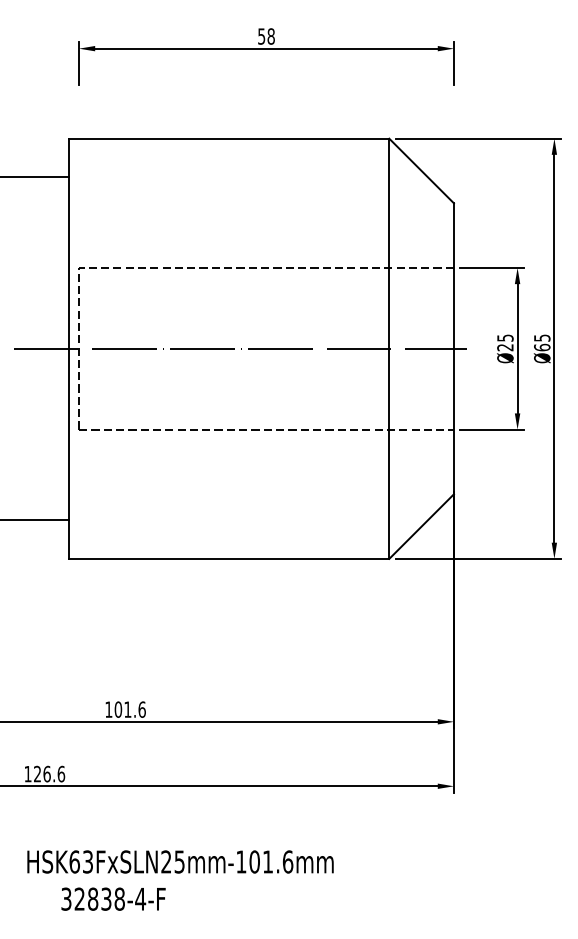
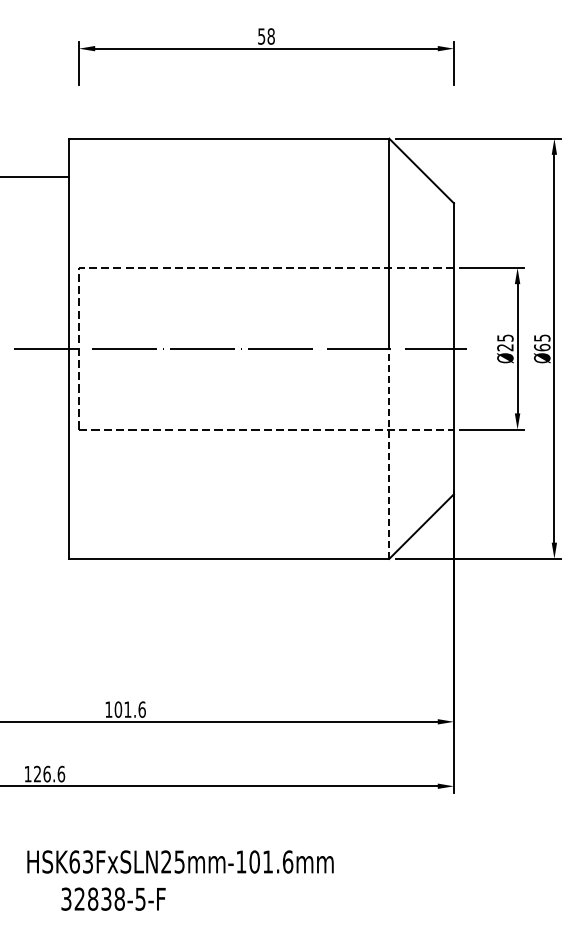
line at (389, 453): solid -> dashed
line at (35, 520): present -> none
text at (140, 899): 32838-4-F -> 32838-5-F
